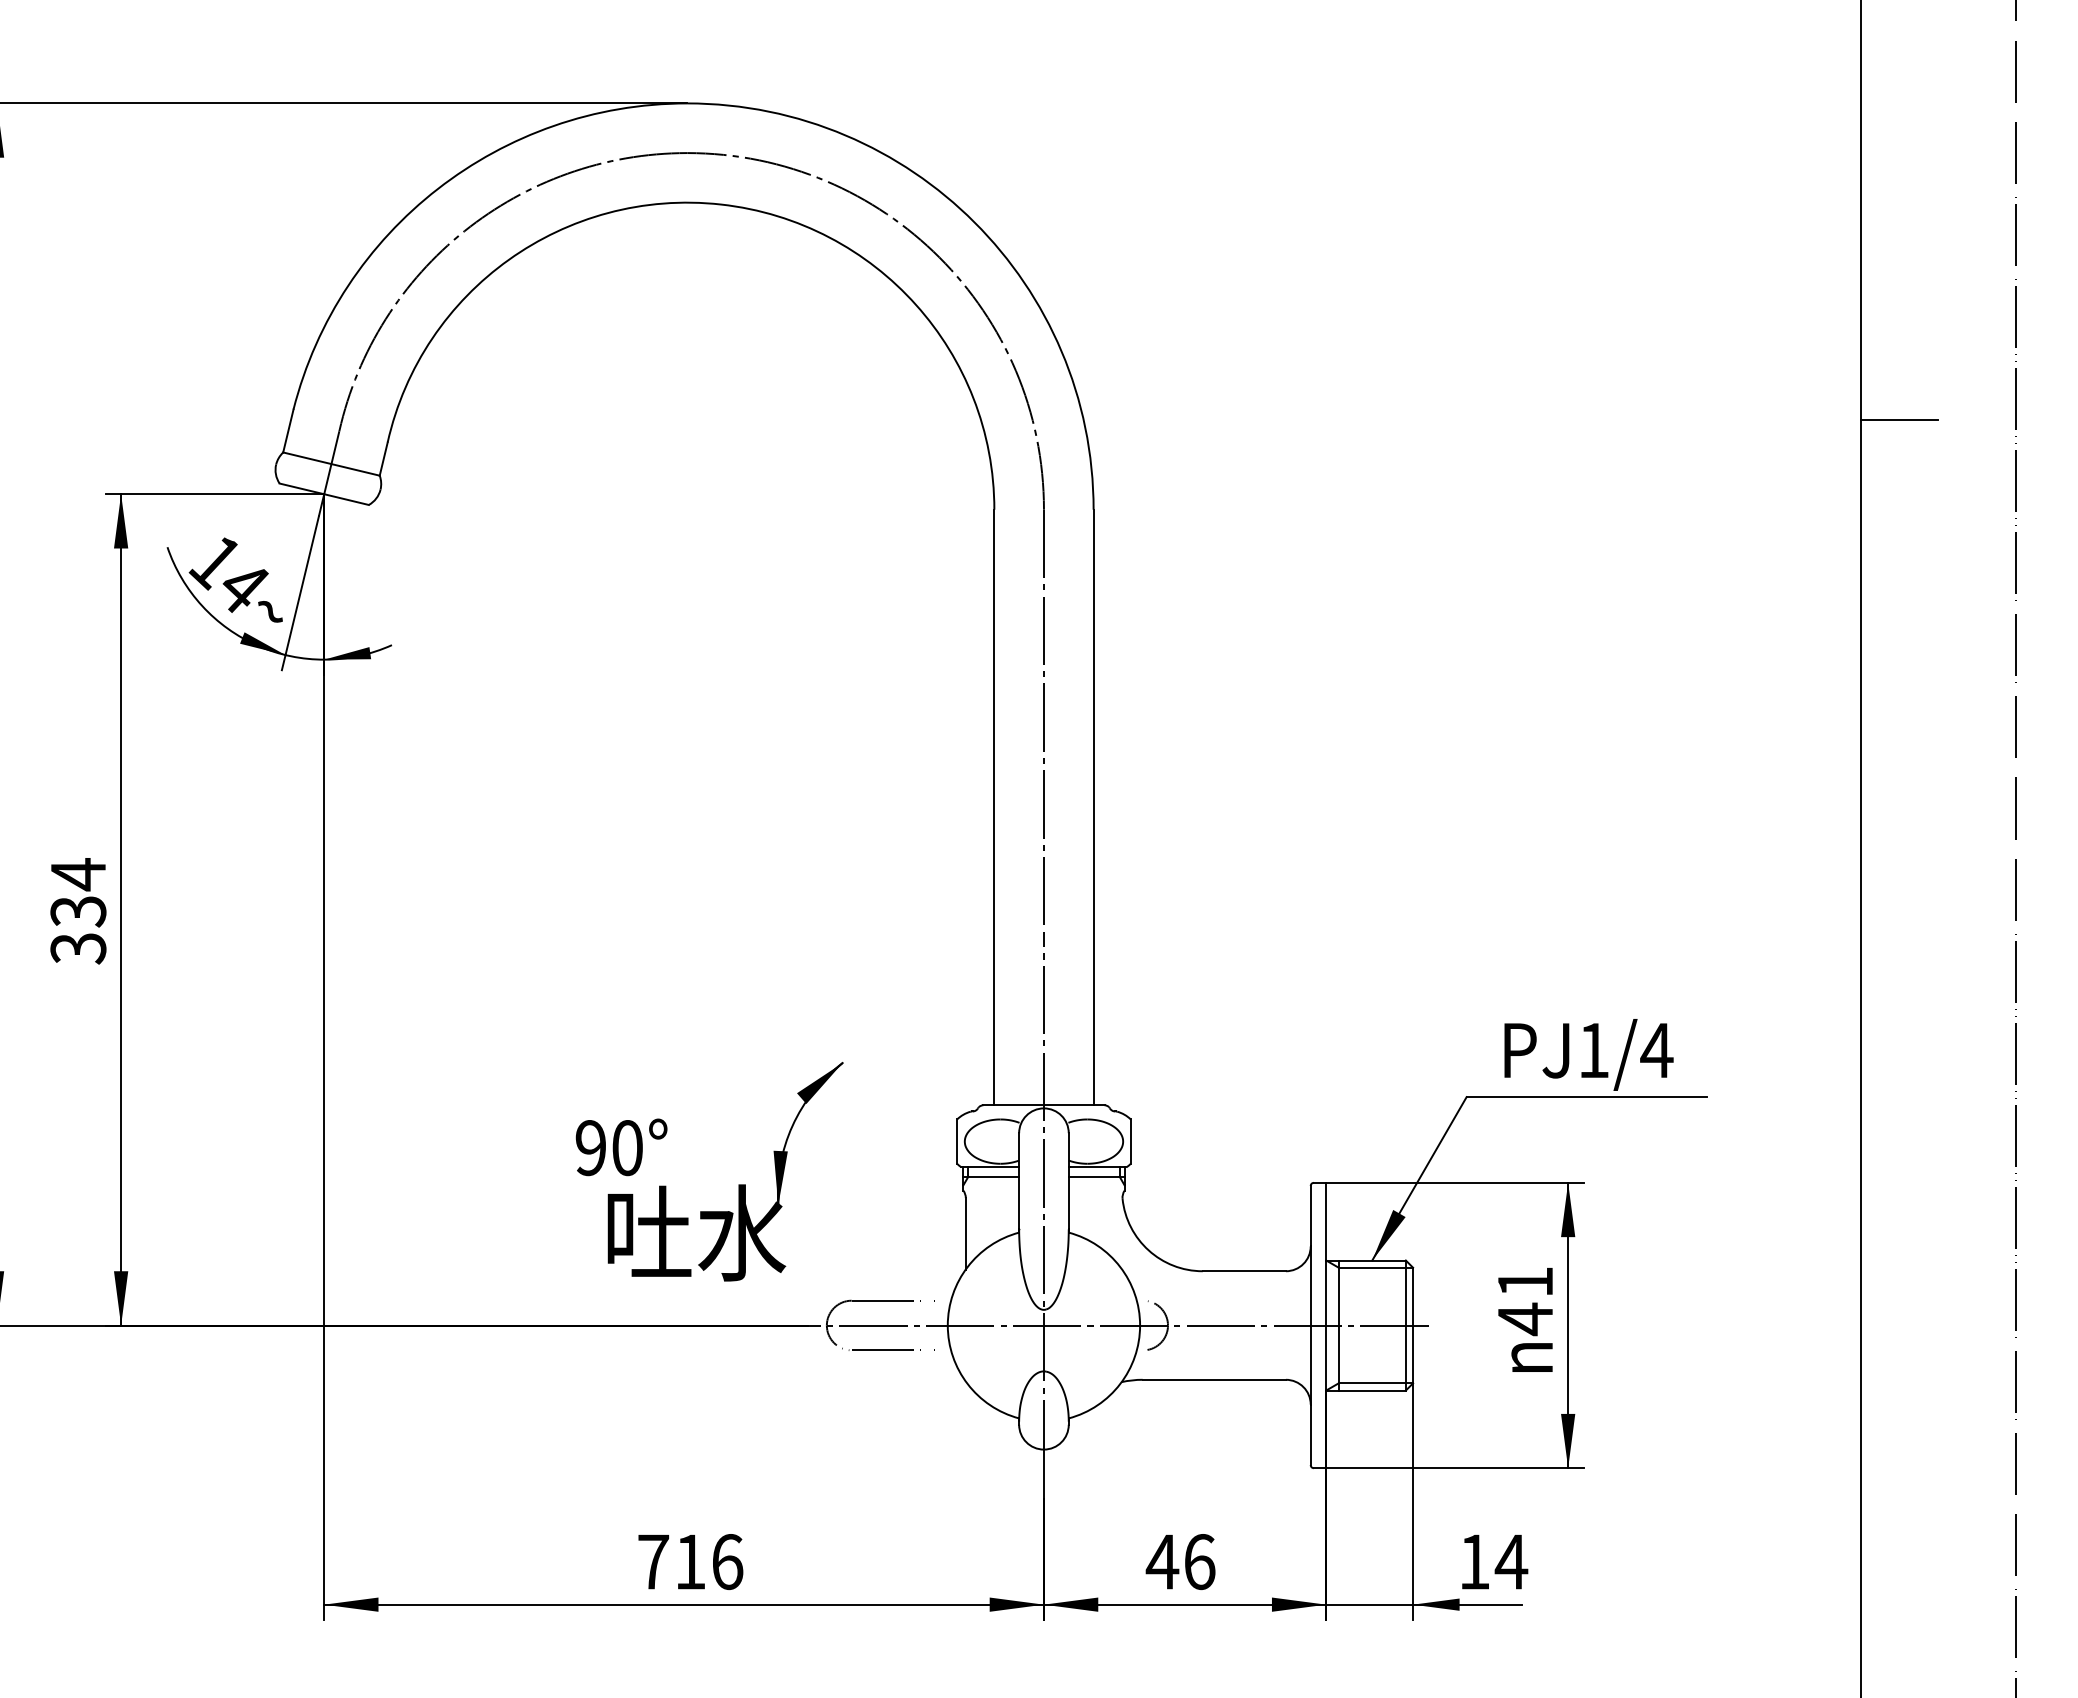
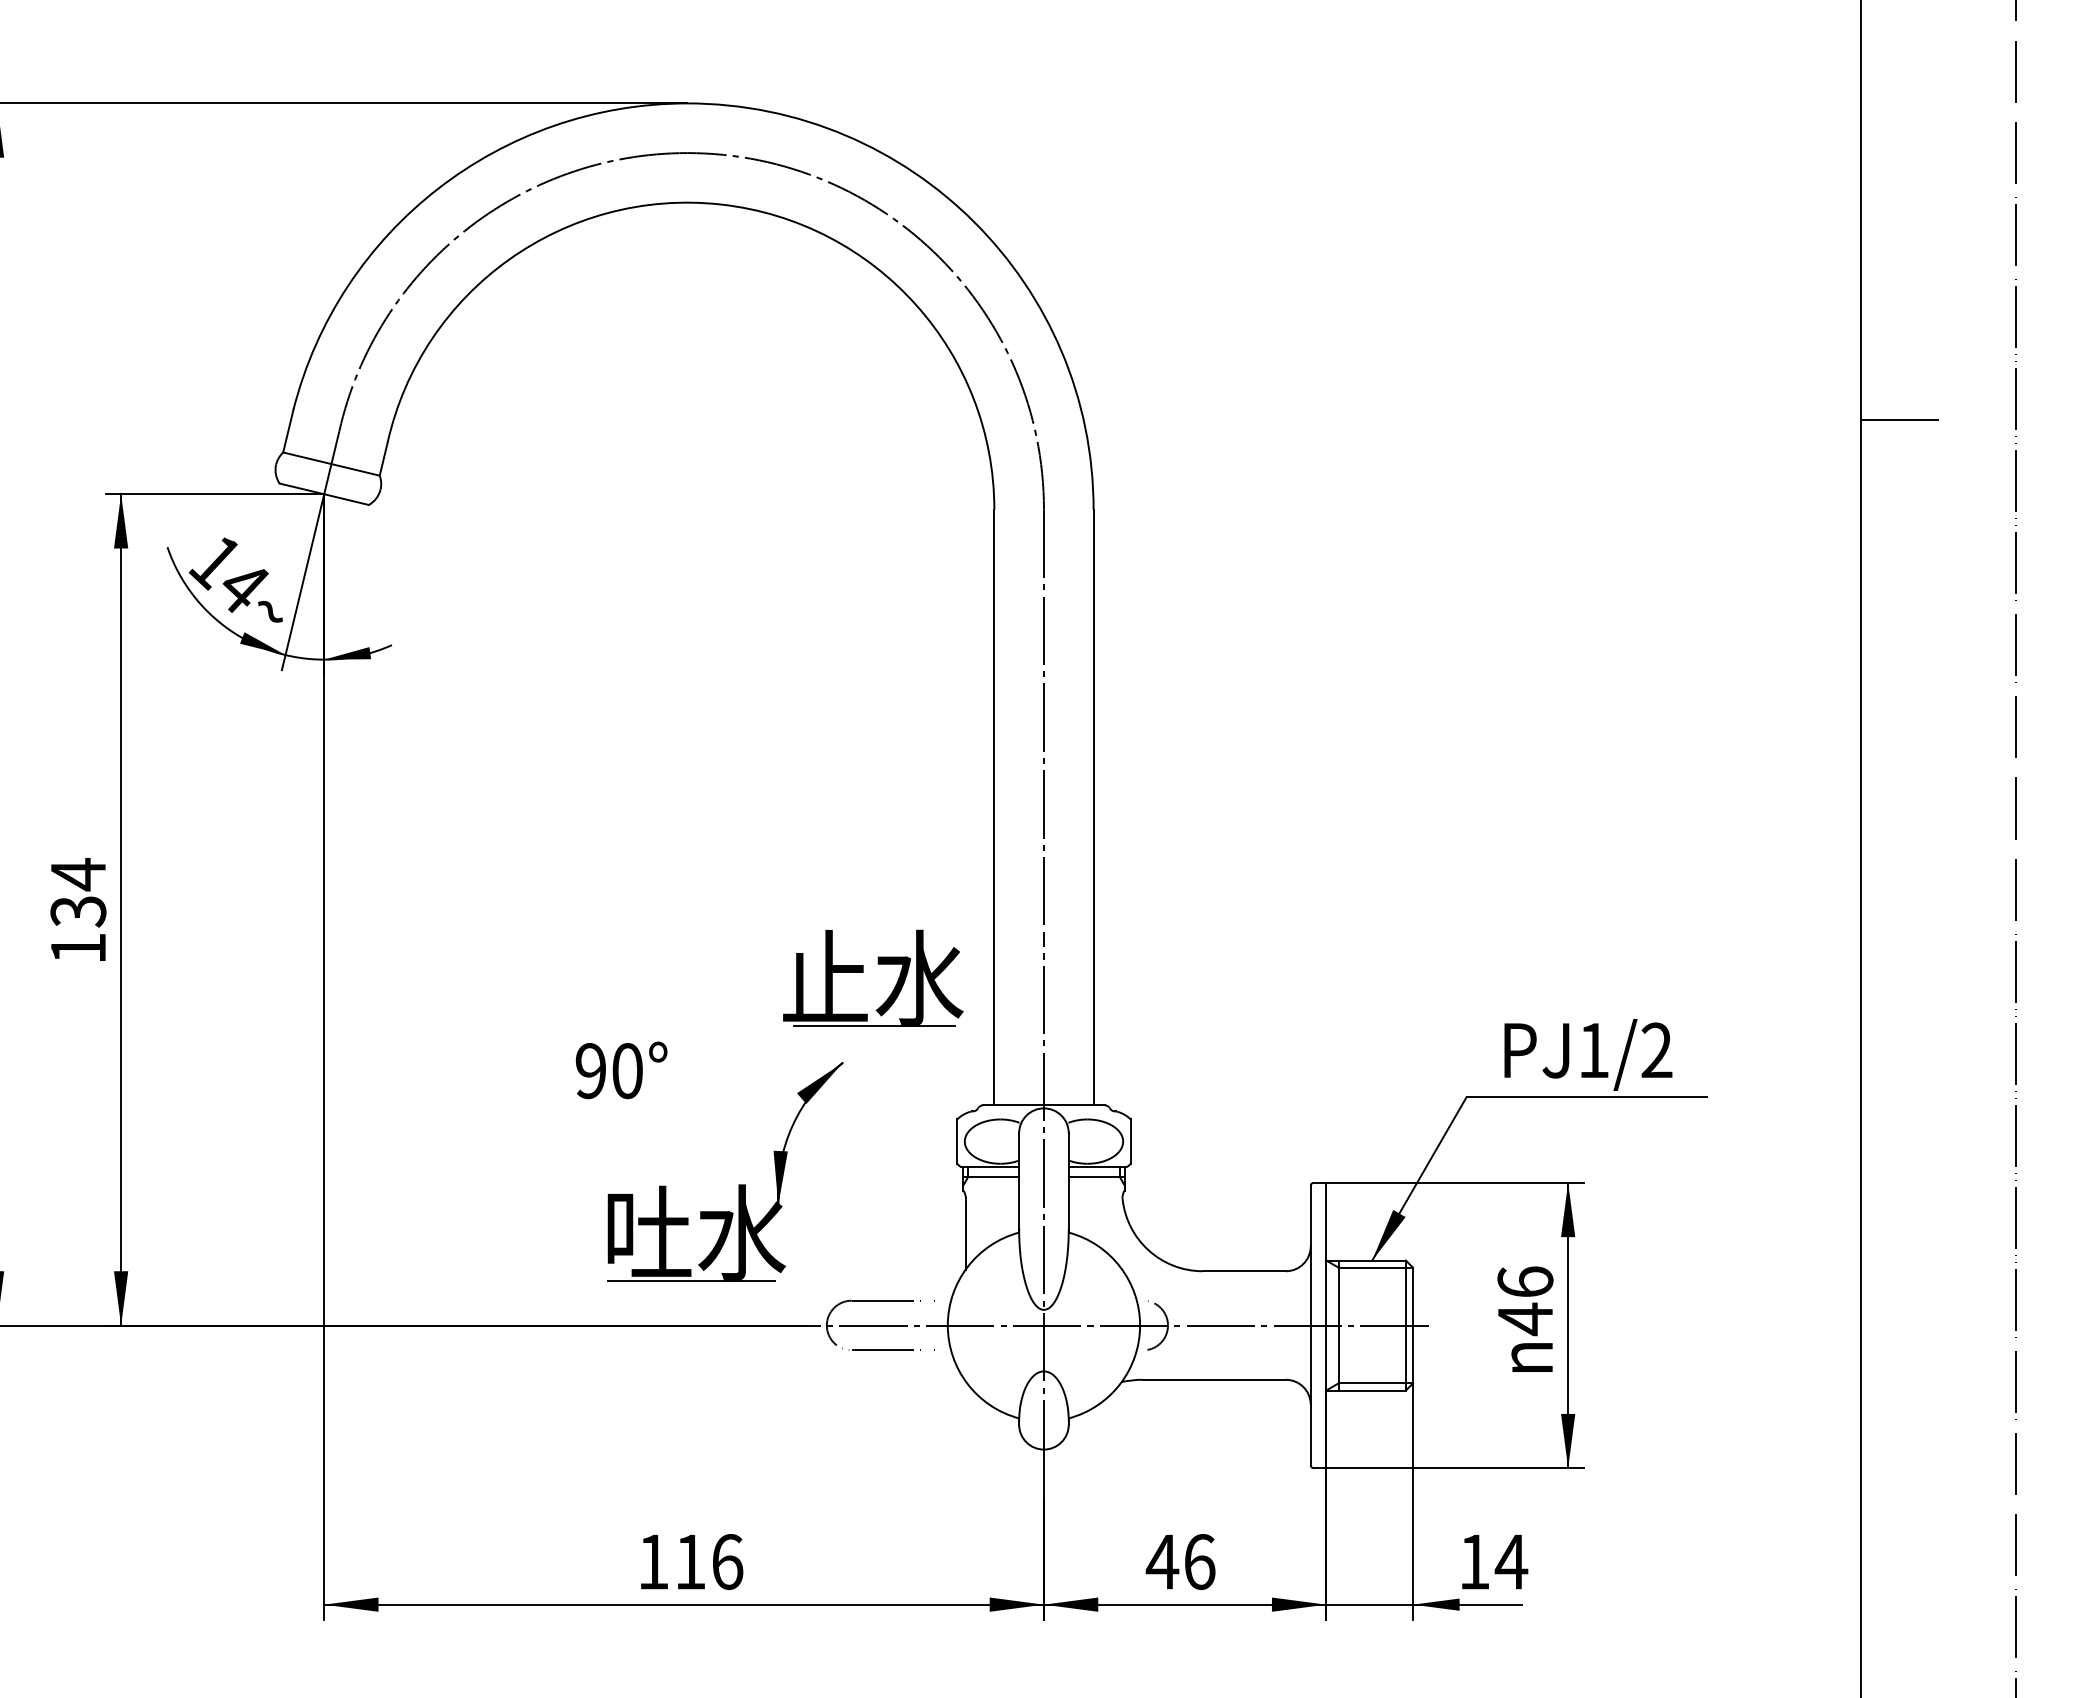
text at (78, 948): 334 -> 134
part at (863, 972): none -> present
text at (1656, 1049): PJ1/4 -> PJ1/2
text at (621, 1147) position: (621, 1147) -> (621, 1070)
line at (691, 1280): none -> present
text at (1525, 1281): 41 -> 46
text at (653, 1561): 716 -> 116
